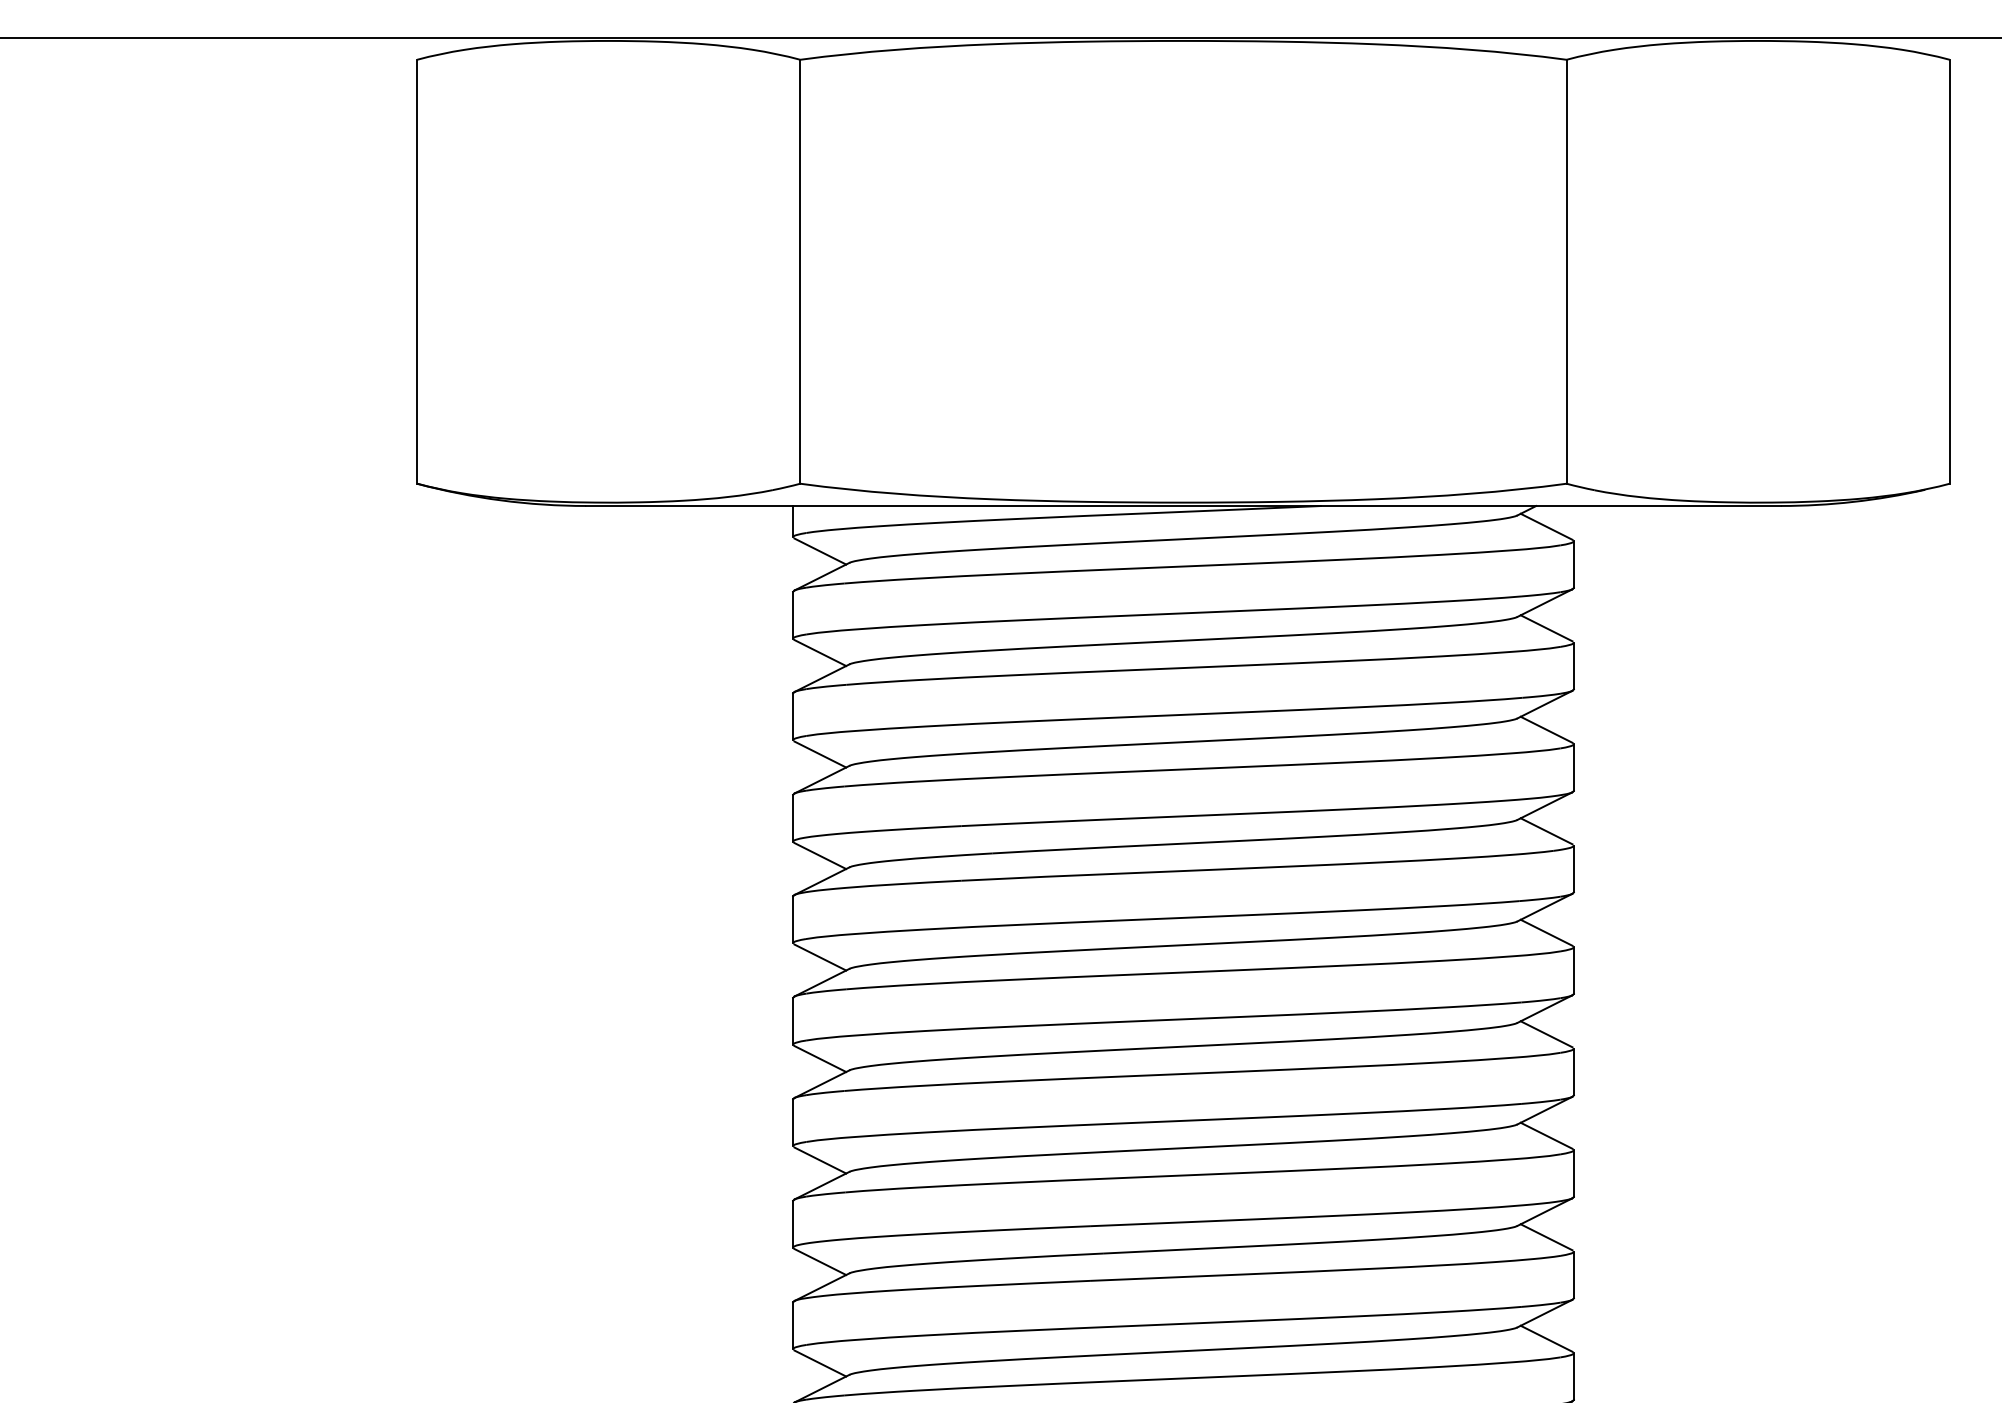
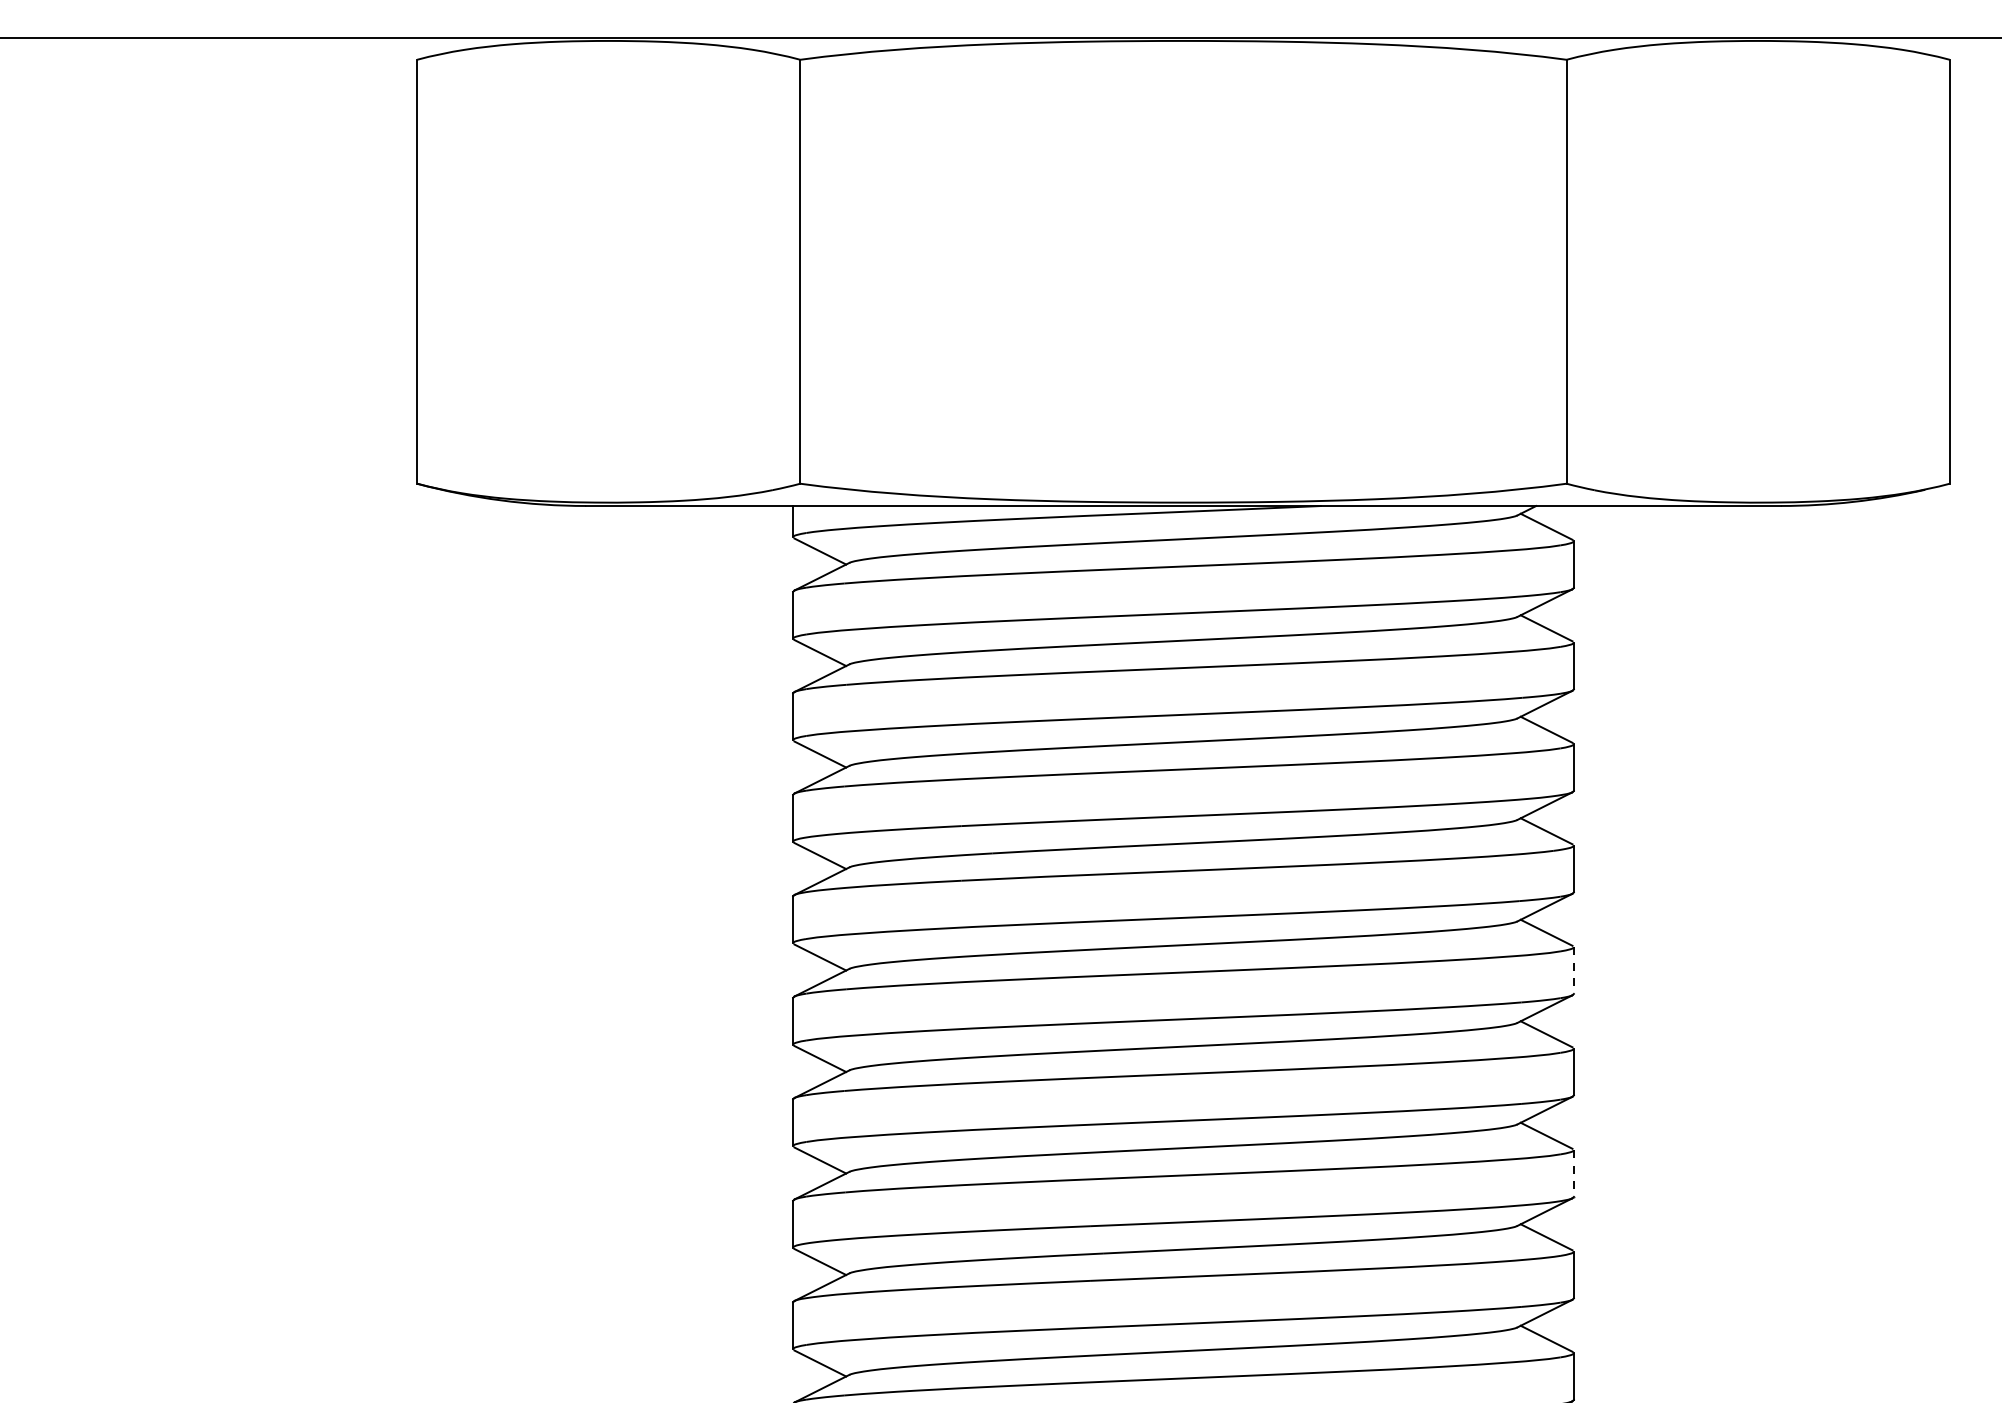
line at (1573, 971): solid -> dashed
line at (1573, 1174): solid -> dashed
